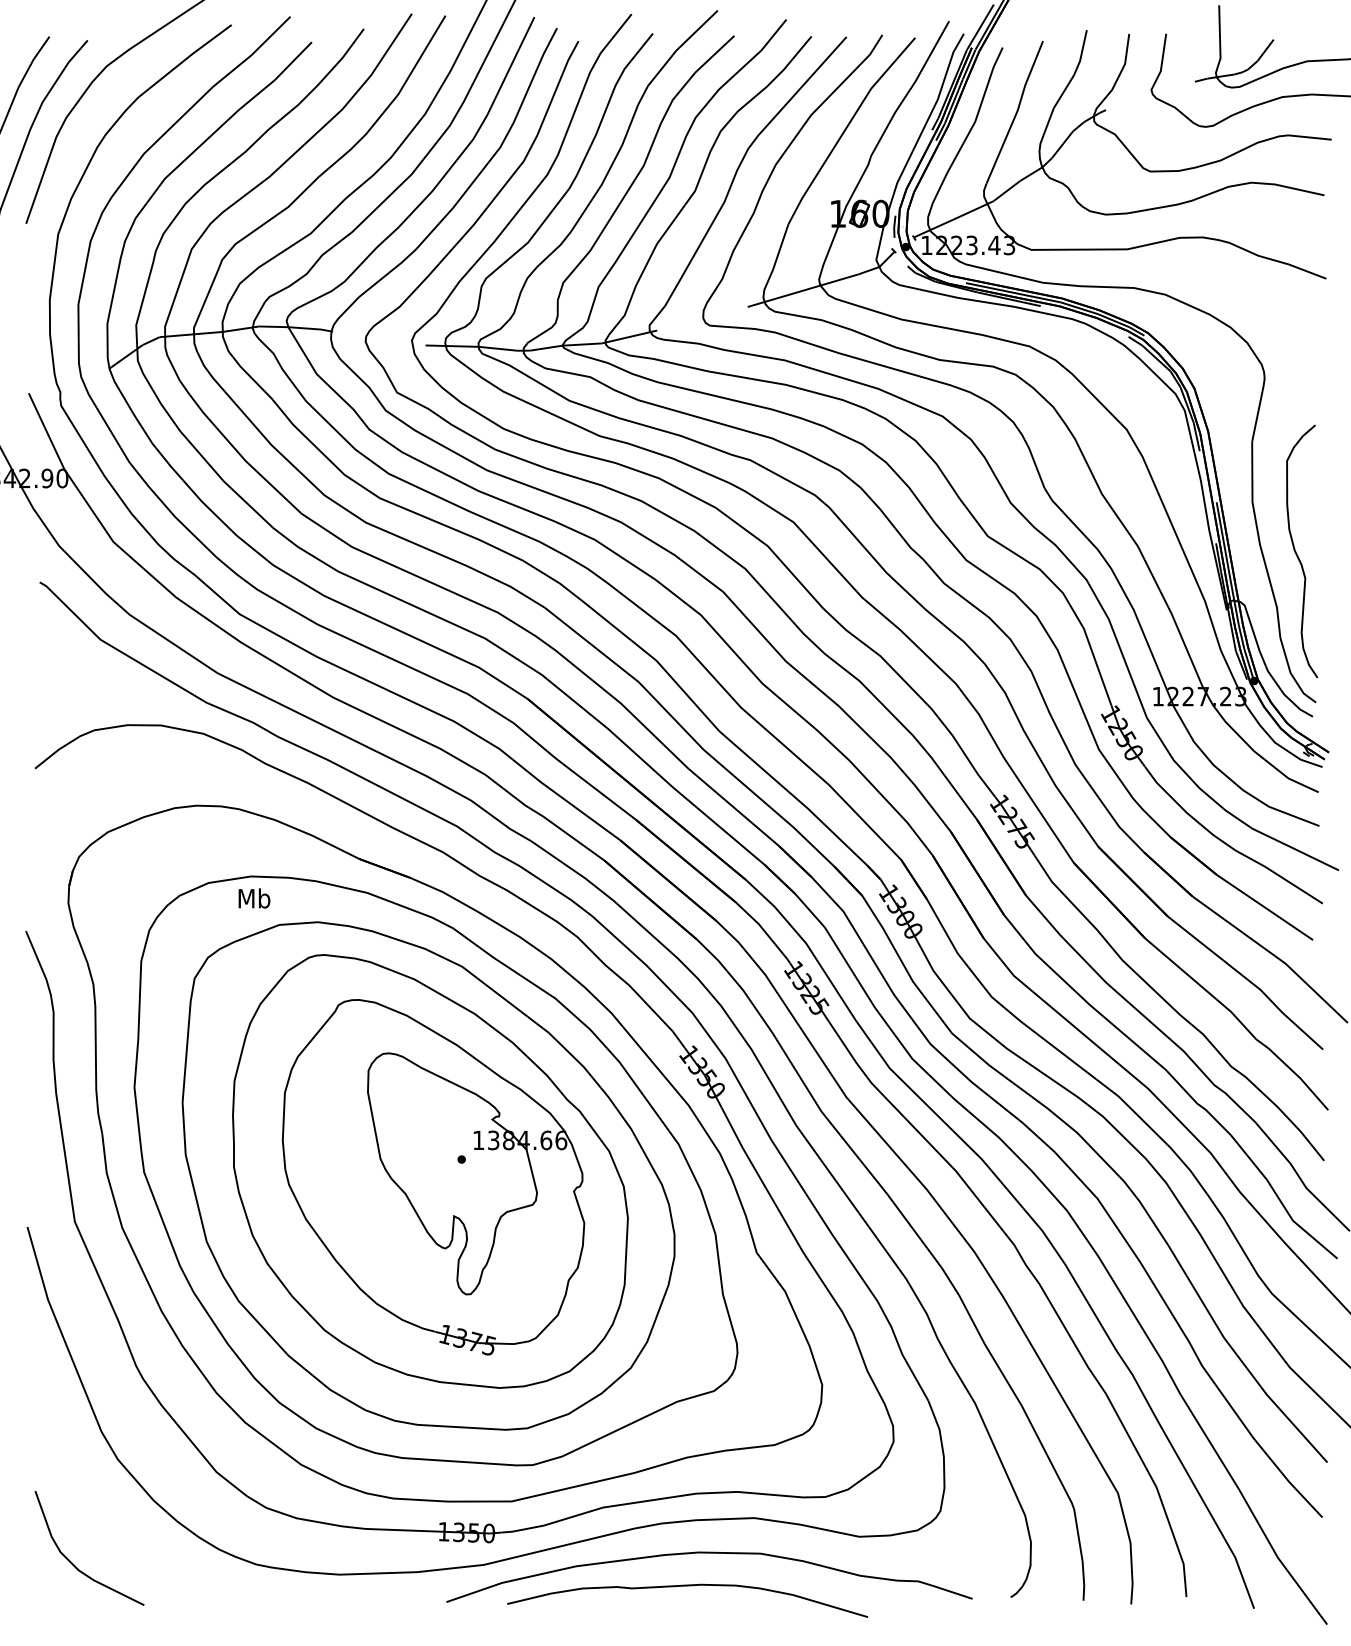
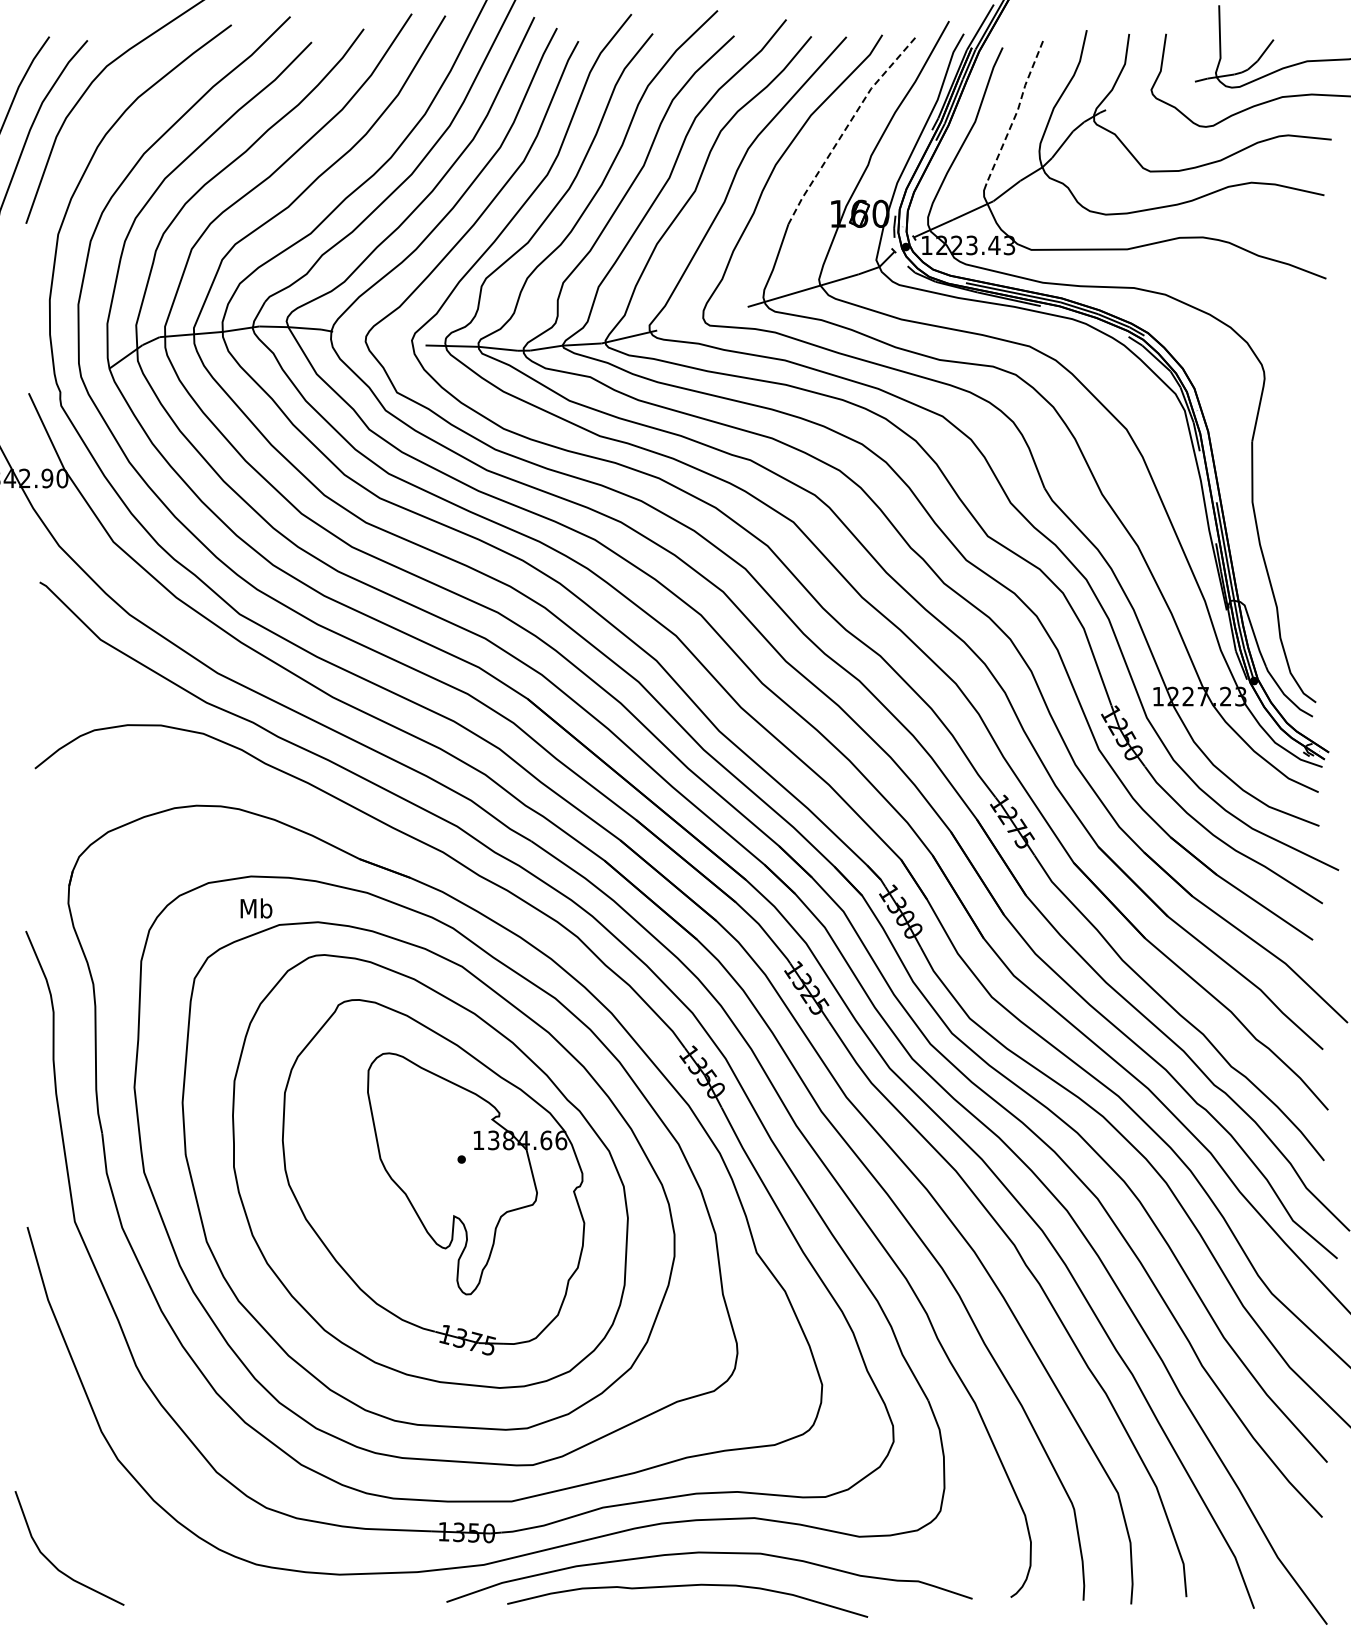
line at (1017, 112): solid -> dashed
line at (846, 127): solid -> dashed
curve at (1297, 553): present -> none
text at (254, 898) position: (254, 898) -> (256, 908)
curve at (73, 1563) position: (73, 1563) -> (53, 1563)
